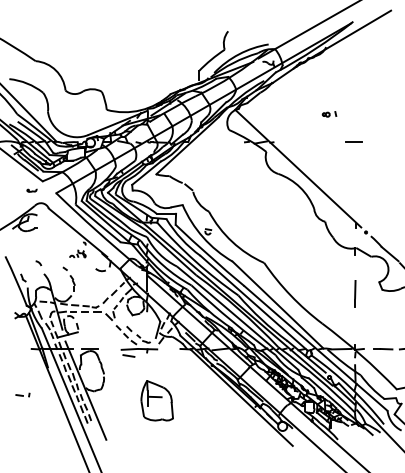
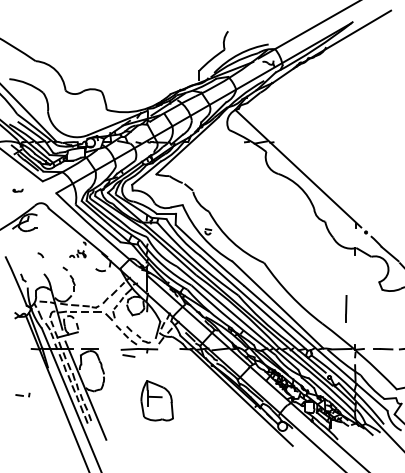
part at (329, 114): present -> none
line at (353, 141): present -> none
part at (31, 190) position: (31, 190) -> (17, 190)
arc at (38, 263) position: (38, 263) -> (40, 255)
line at (355, 293) position: (355, 293) -> (346, 308)
